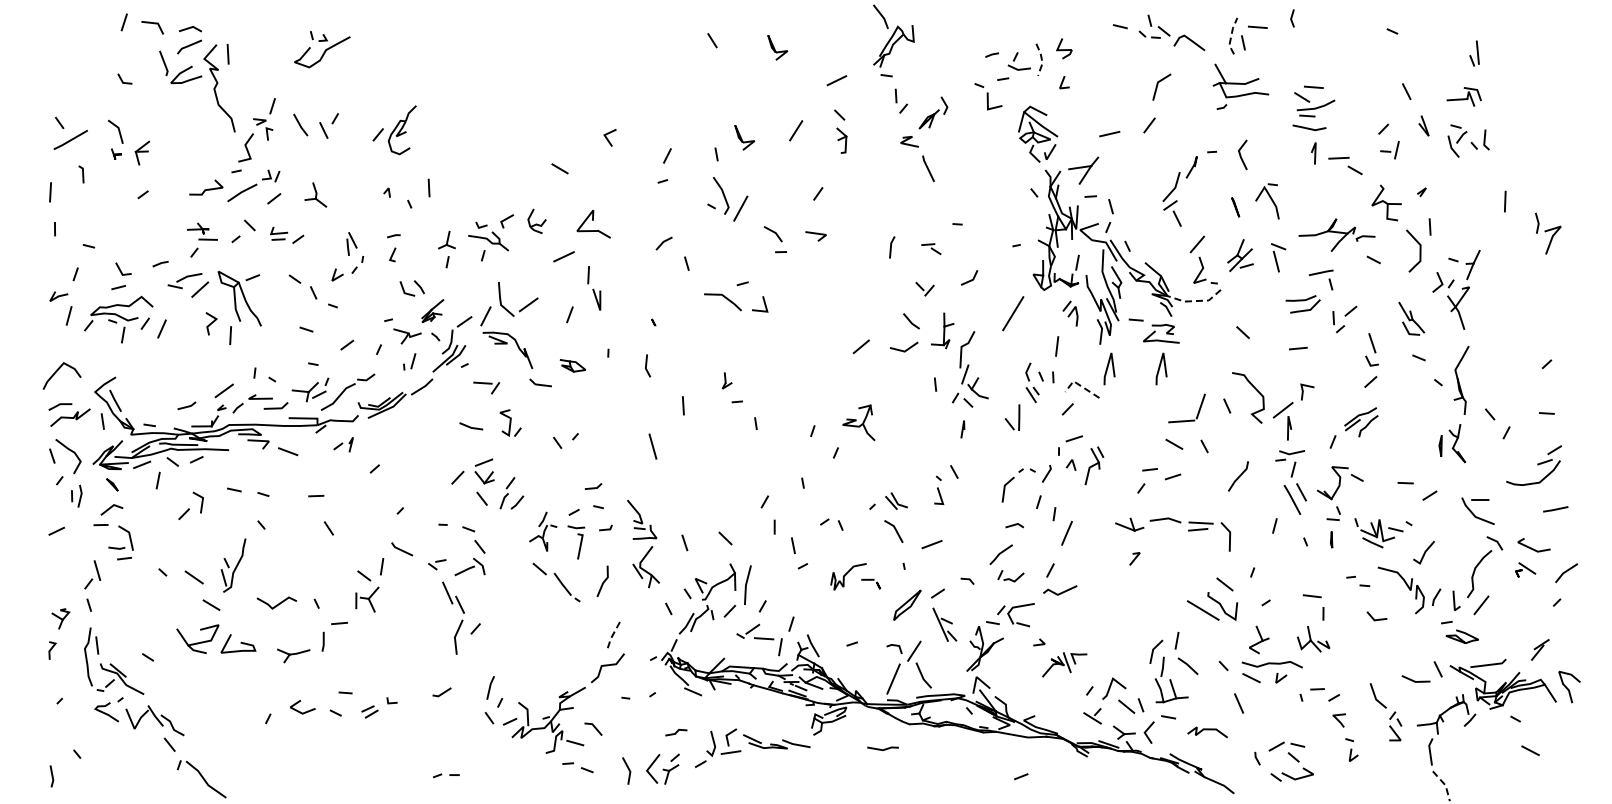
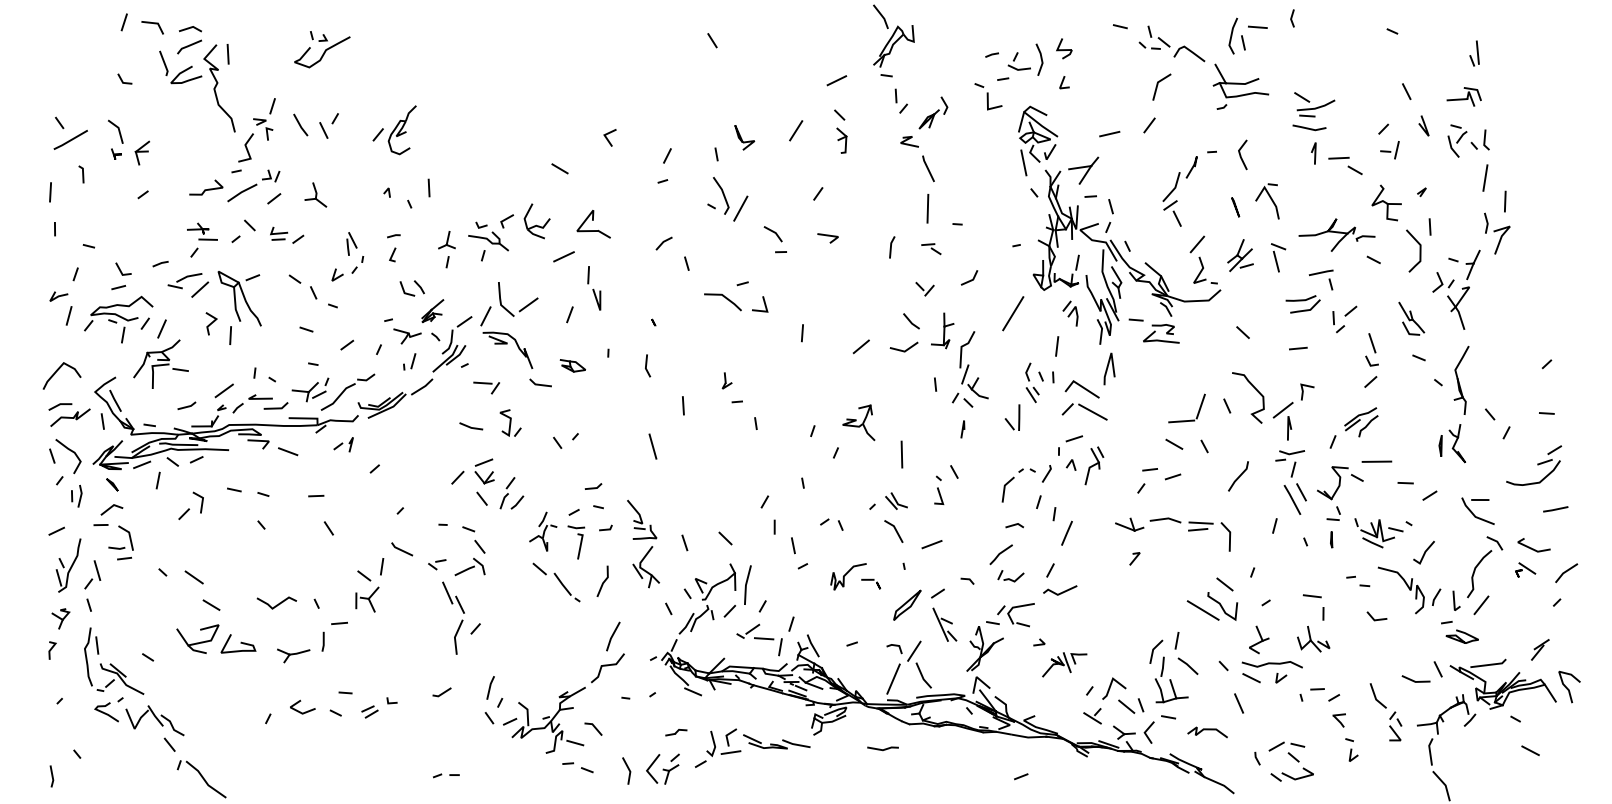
part at (1171, 32) position: (1171, 32) -> (1171, 43)
line at (1231, 35): dashed -> solid
part at (777, 47): present -> none
line at (1042, 60): dashed -> solid
line at (1313, 86): present -> none
line at (1023, 162): none -> present
line at (1485, 177): none -> present
line at (927, 208): none -> present
part at (536, 220) size: 20x26 px -> 28x37 px
part at (1548, 233) position: (1548, 233) -> (1497, 233)
line at (815, 234) position: (815, 234) -> (827, 236)
line at (1196, 301): dashed -> solid
line at (802, 333): none -> present
part at (160, 363): none -> present
line at (1160, 368): present -> none
line at (1080, 385): dashed -> solid
line at (1092, 411): none -> present
line at (901, 454): none -> present
line at (1376, 461): none -> present
part at (233, 565) position: (233, 565) -> (68, 565)
line at (611, 636): dashed -> solid
line at (1445, 784): dashed -> solid
